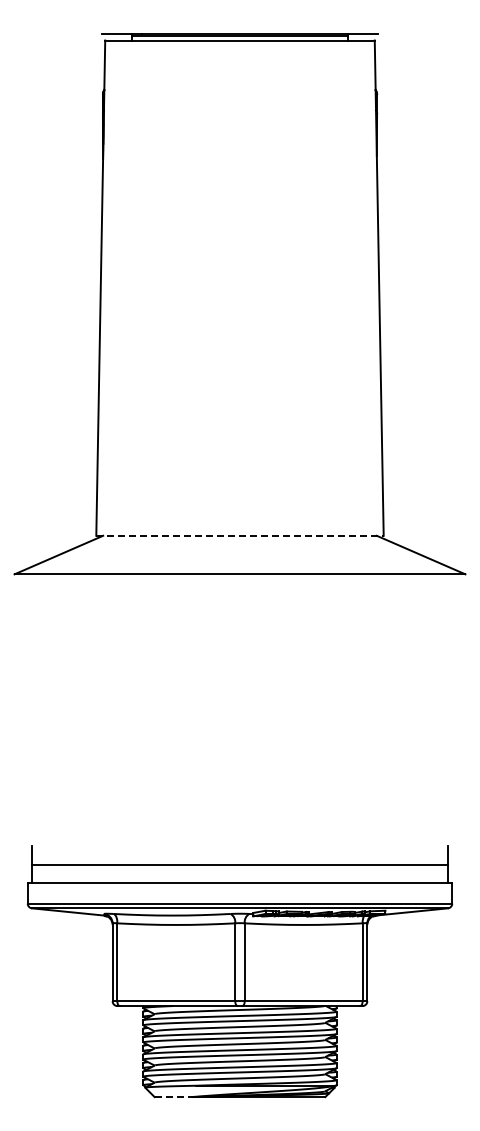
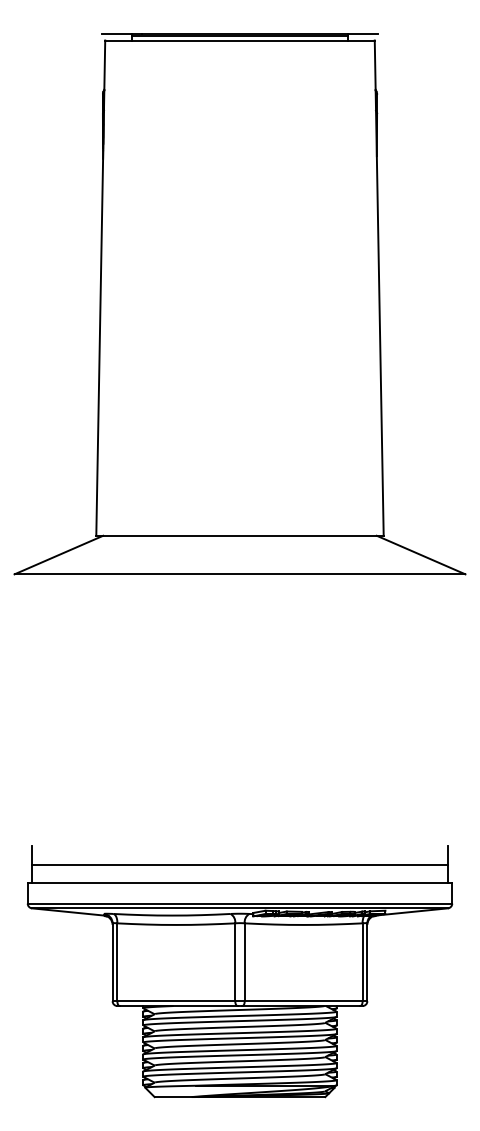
line at (240, 535): dashed -> solid
line at (173, 1097): dashed -> solid
